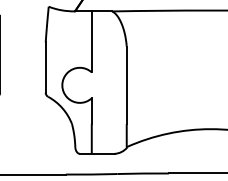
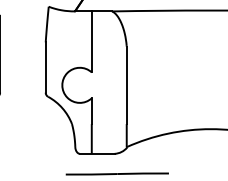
line at (196, 173): present -> none
line at (33, 174): present -> none
